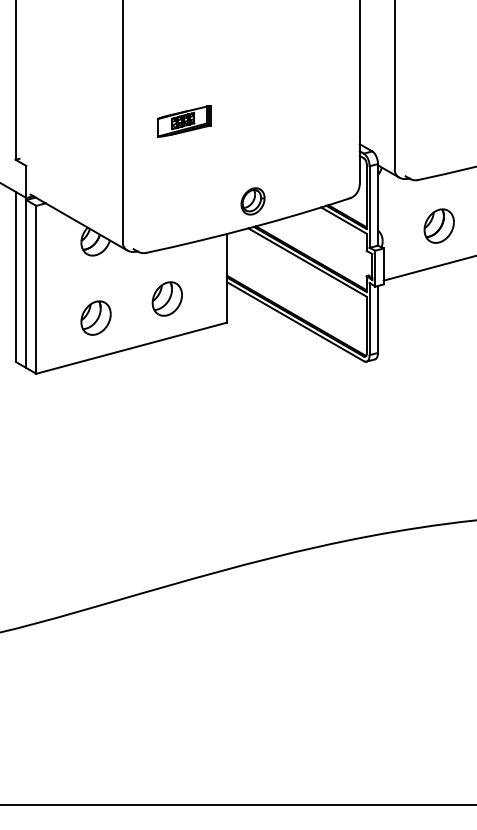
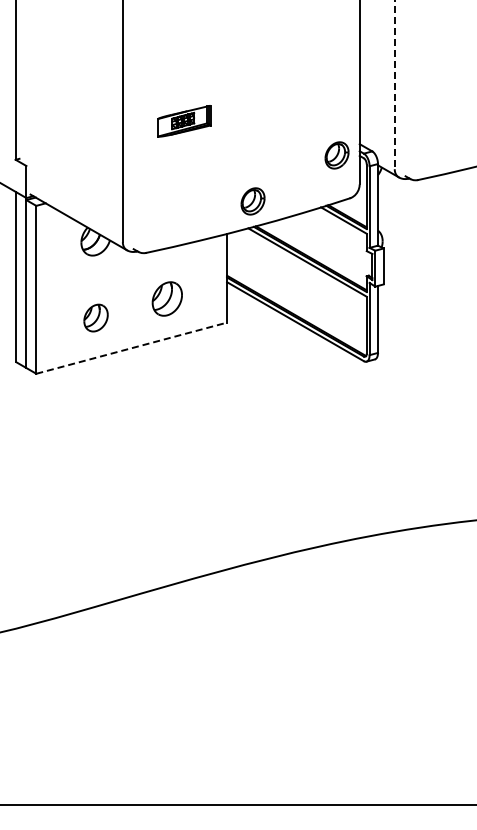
line at (394, 85): solid -> dashed
part at (336, 155): none -> present
part at (438, 225): present -> none
line at (428, 268): present -> none
part at (95, 317) size: 32x36 px -> 26x30 px
line at (131, 348): solid -> dashed
